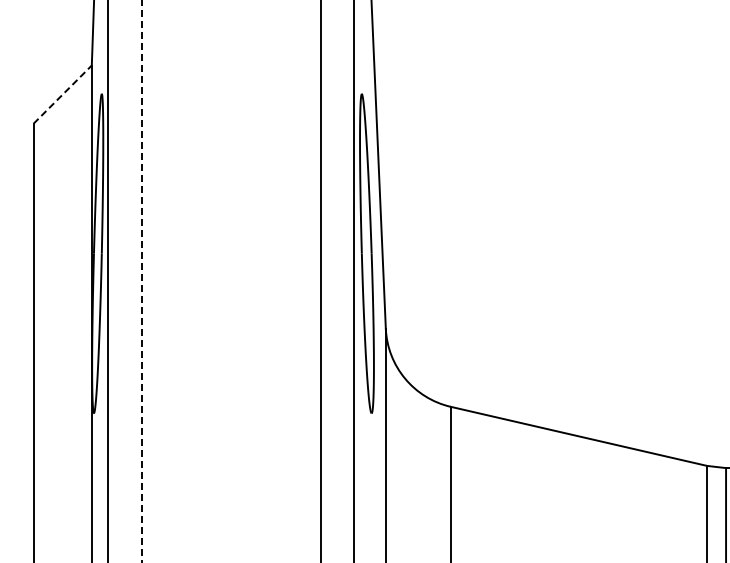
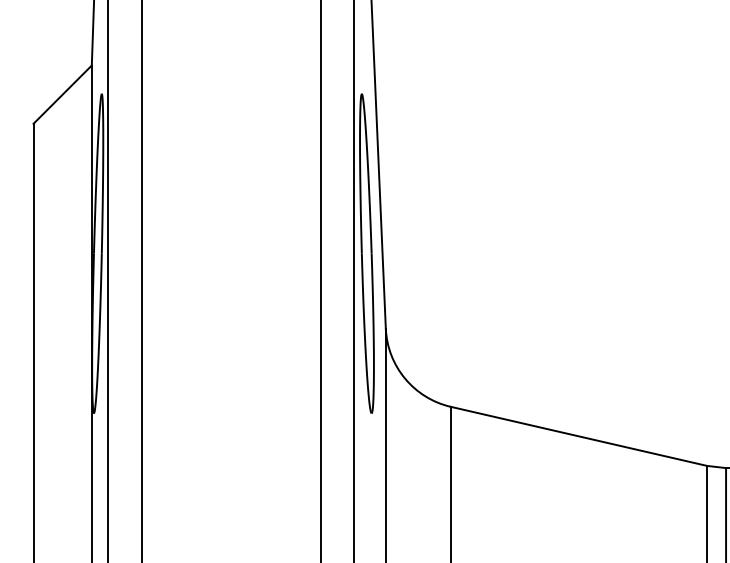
line at (63, 94): dashed -> solid
line at (141, 281): dashed -> solid
